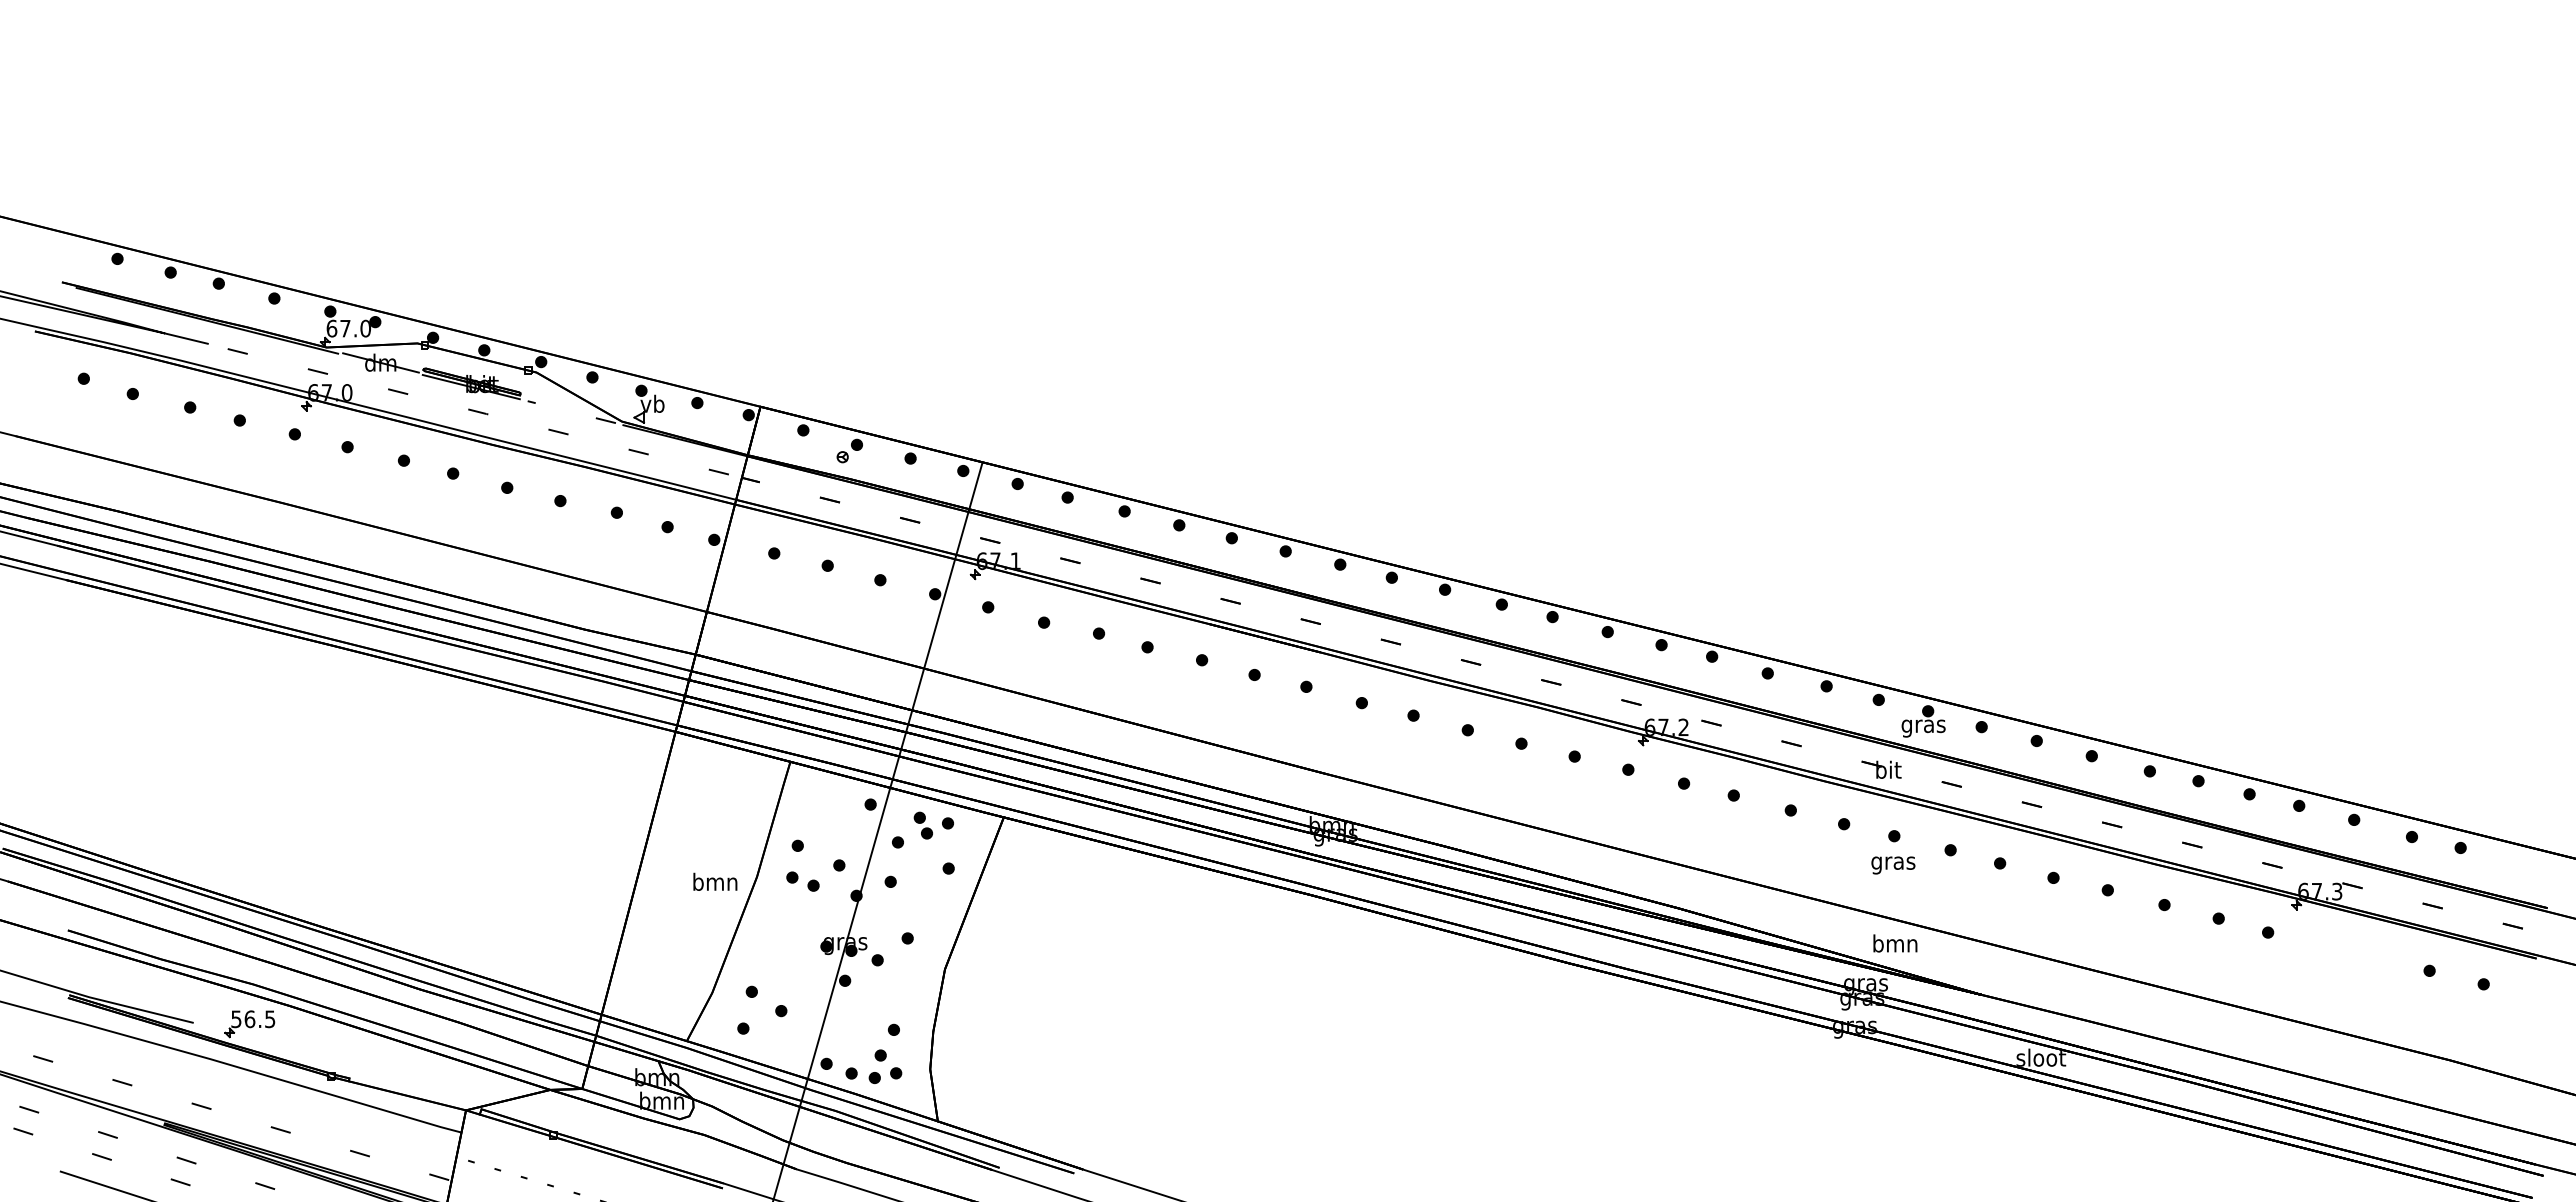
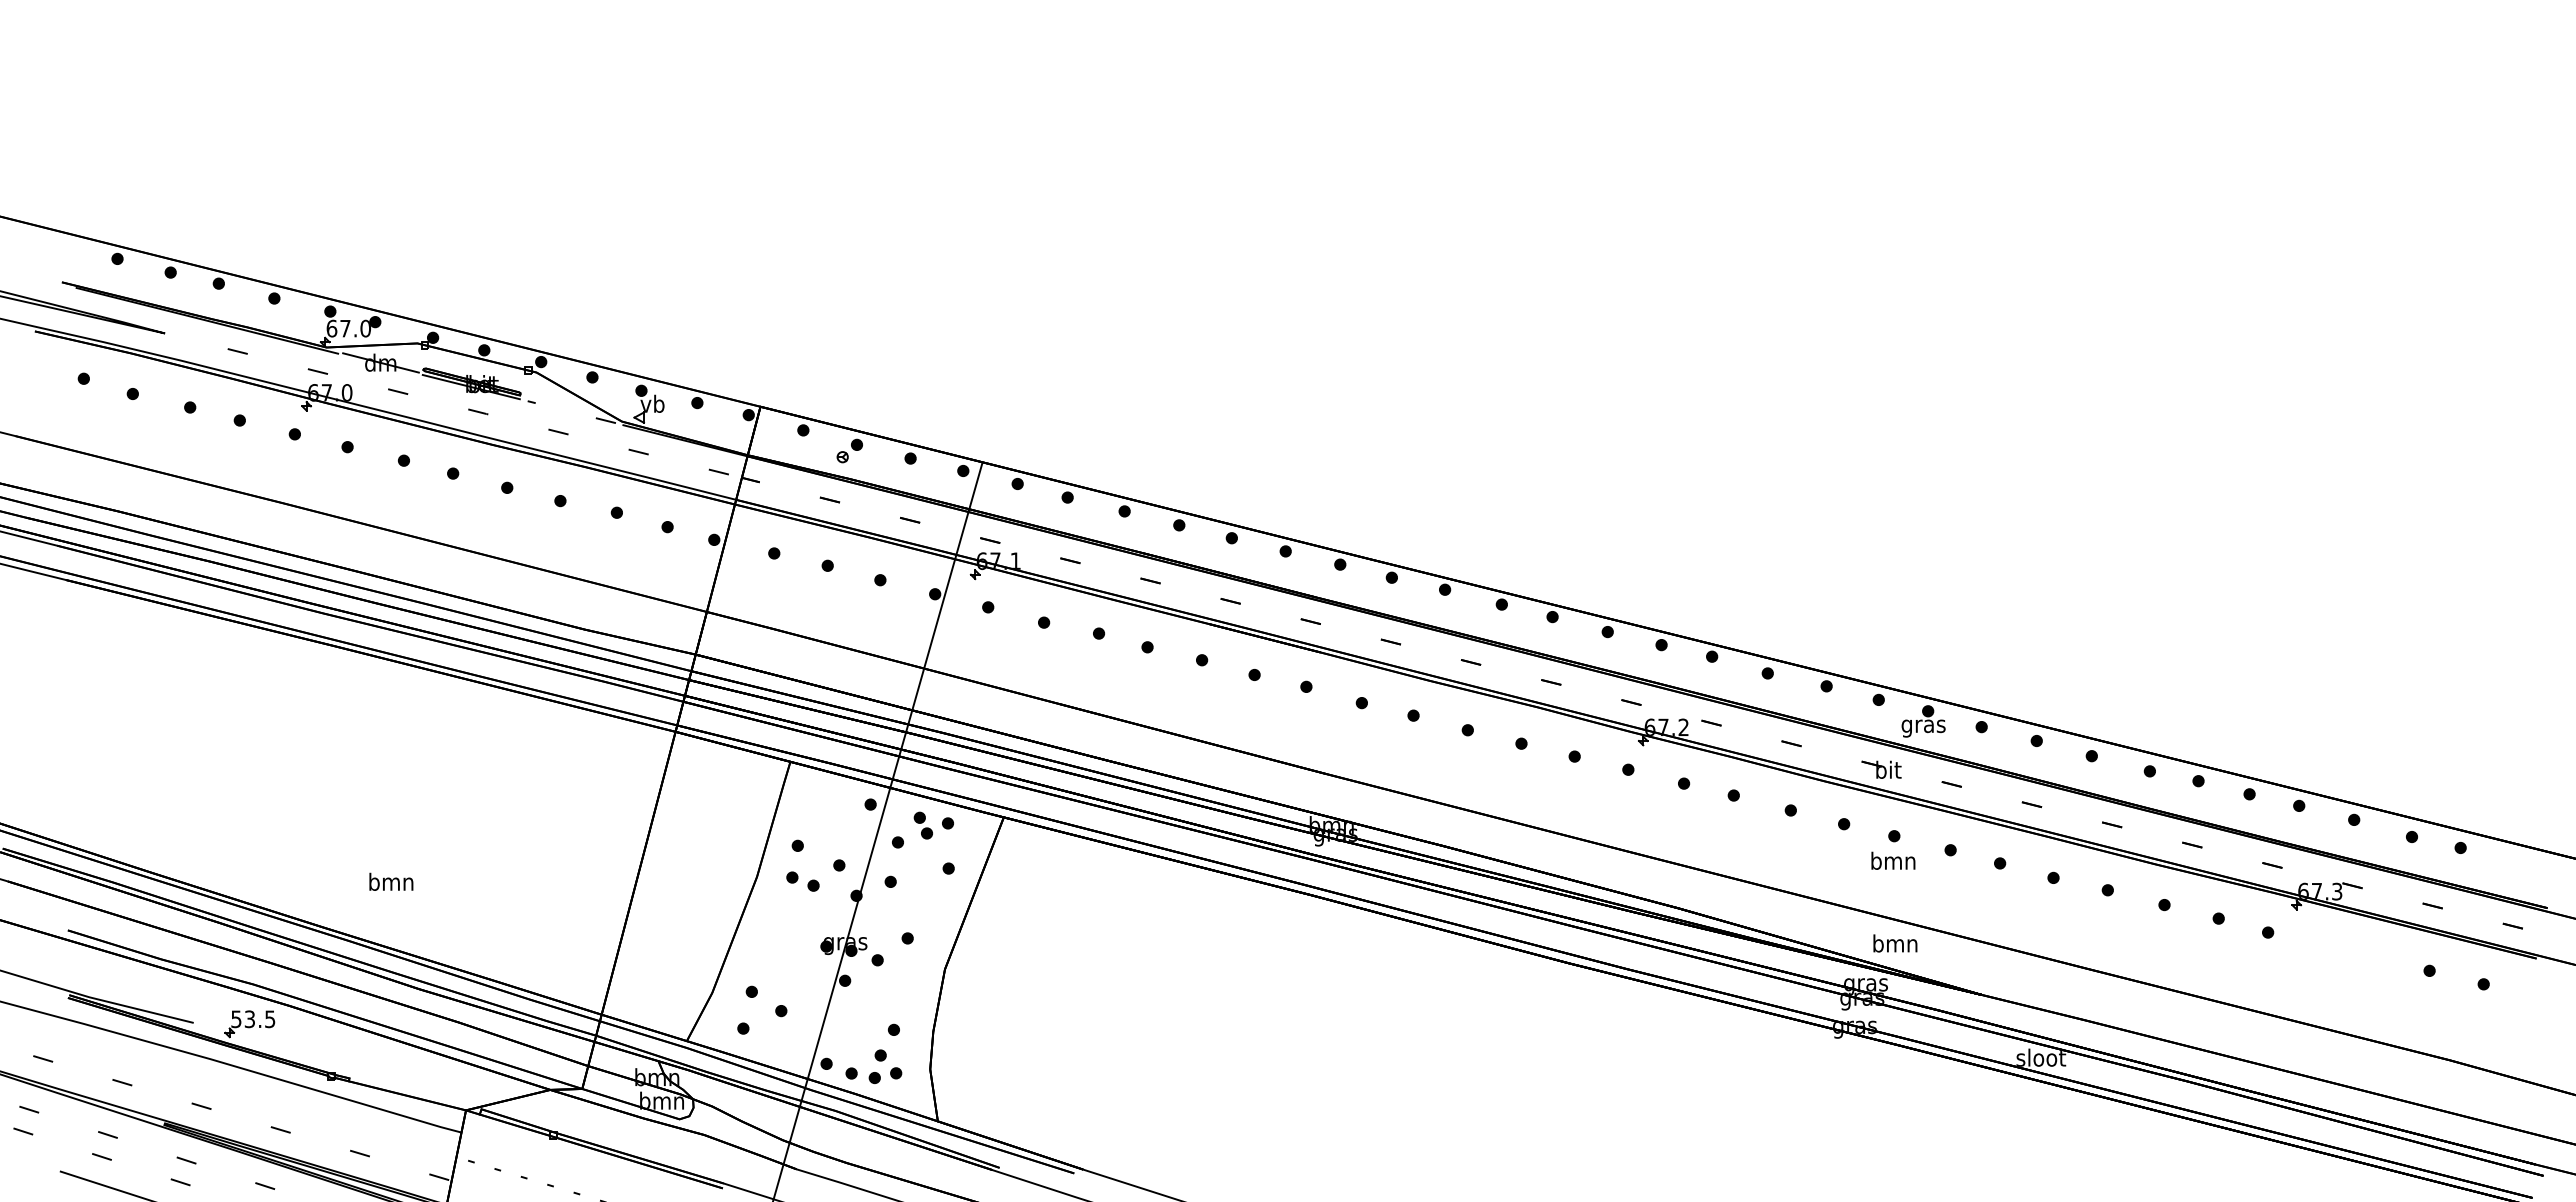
line at (186, 338): present -> none
text at (1893, 862): gras -> bmn
text at (715, 881) position: (715, 881) -> (391, 881)
text at (249, 1019): 56.5 -> 53.5
